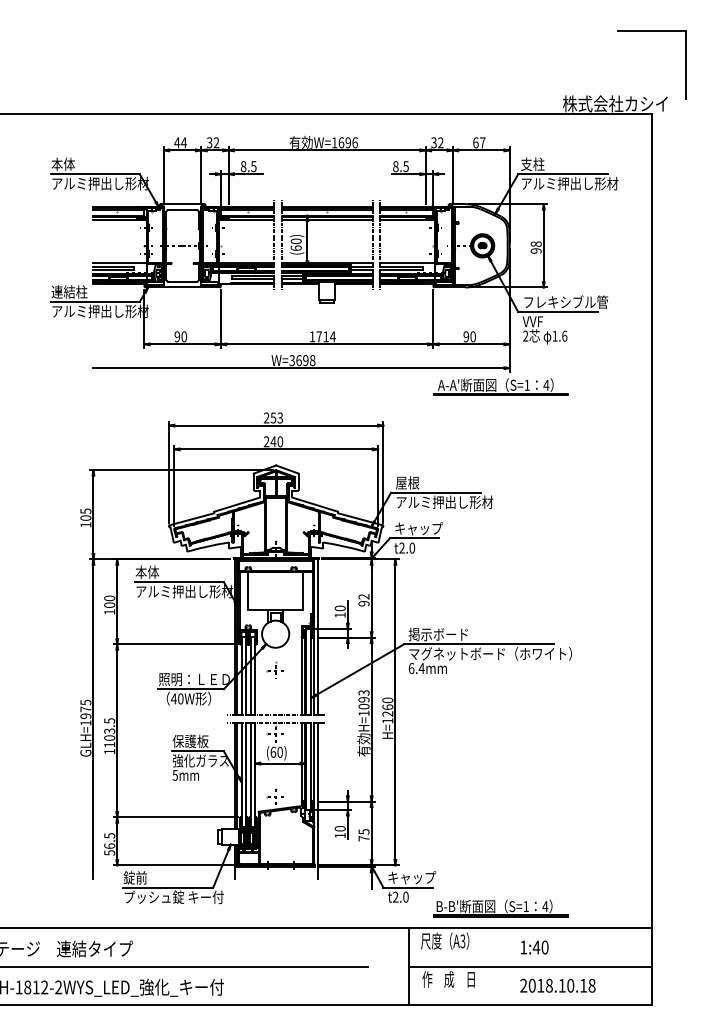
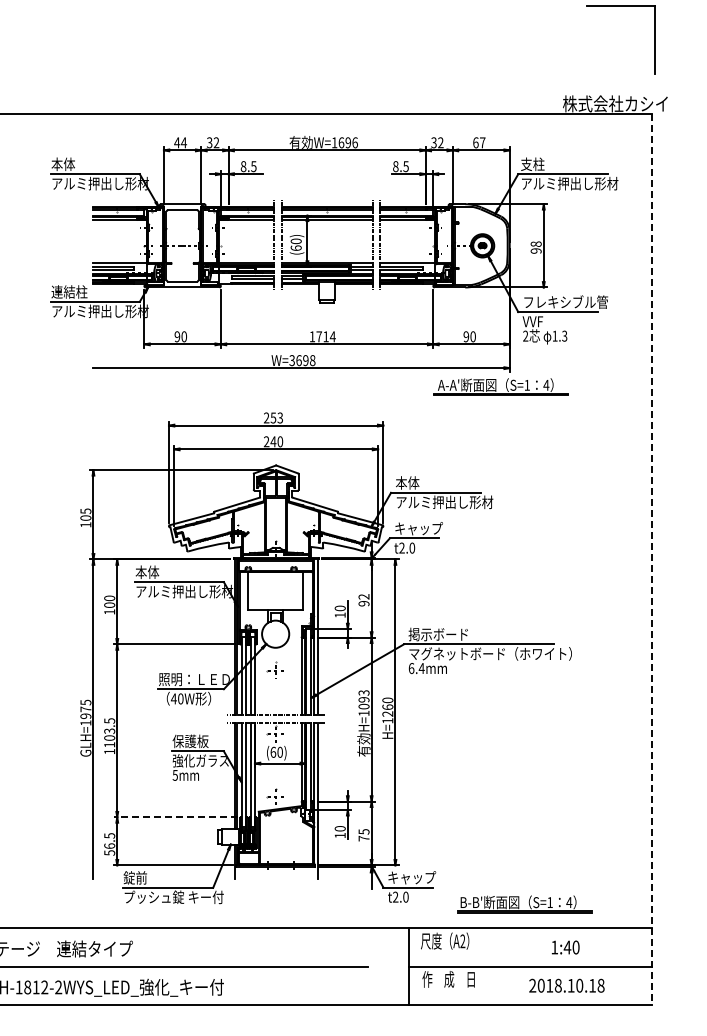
part at (651, 31) position: (651, 31) -> (620, 6)
text at (564, 335): 1.6 -> 1.3
text at (407, 482): 屋根 -> 本体
line at (651, 560): solid -> dashed
line at (175, 817): solid -> dashed
part at (500, 908) position: (500, 908) -> (524, 904)
text at (462, 941): A3 -> A2
text at (534, 947) position: (534, 947) -> (565, 947)
text at (557, 985) position: (557, 985) -> (566, 985)
